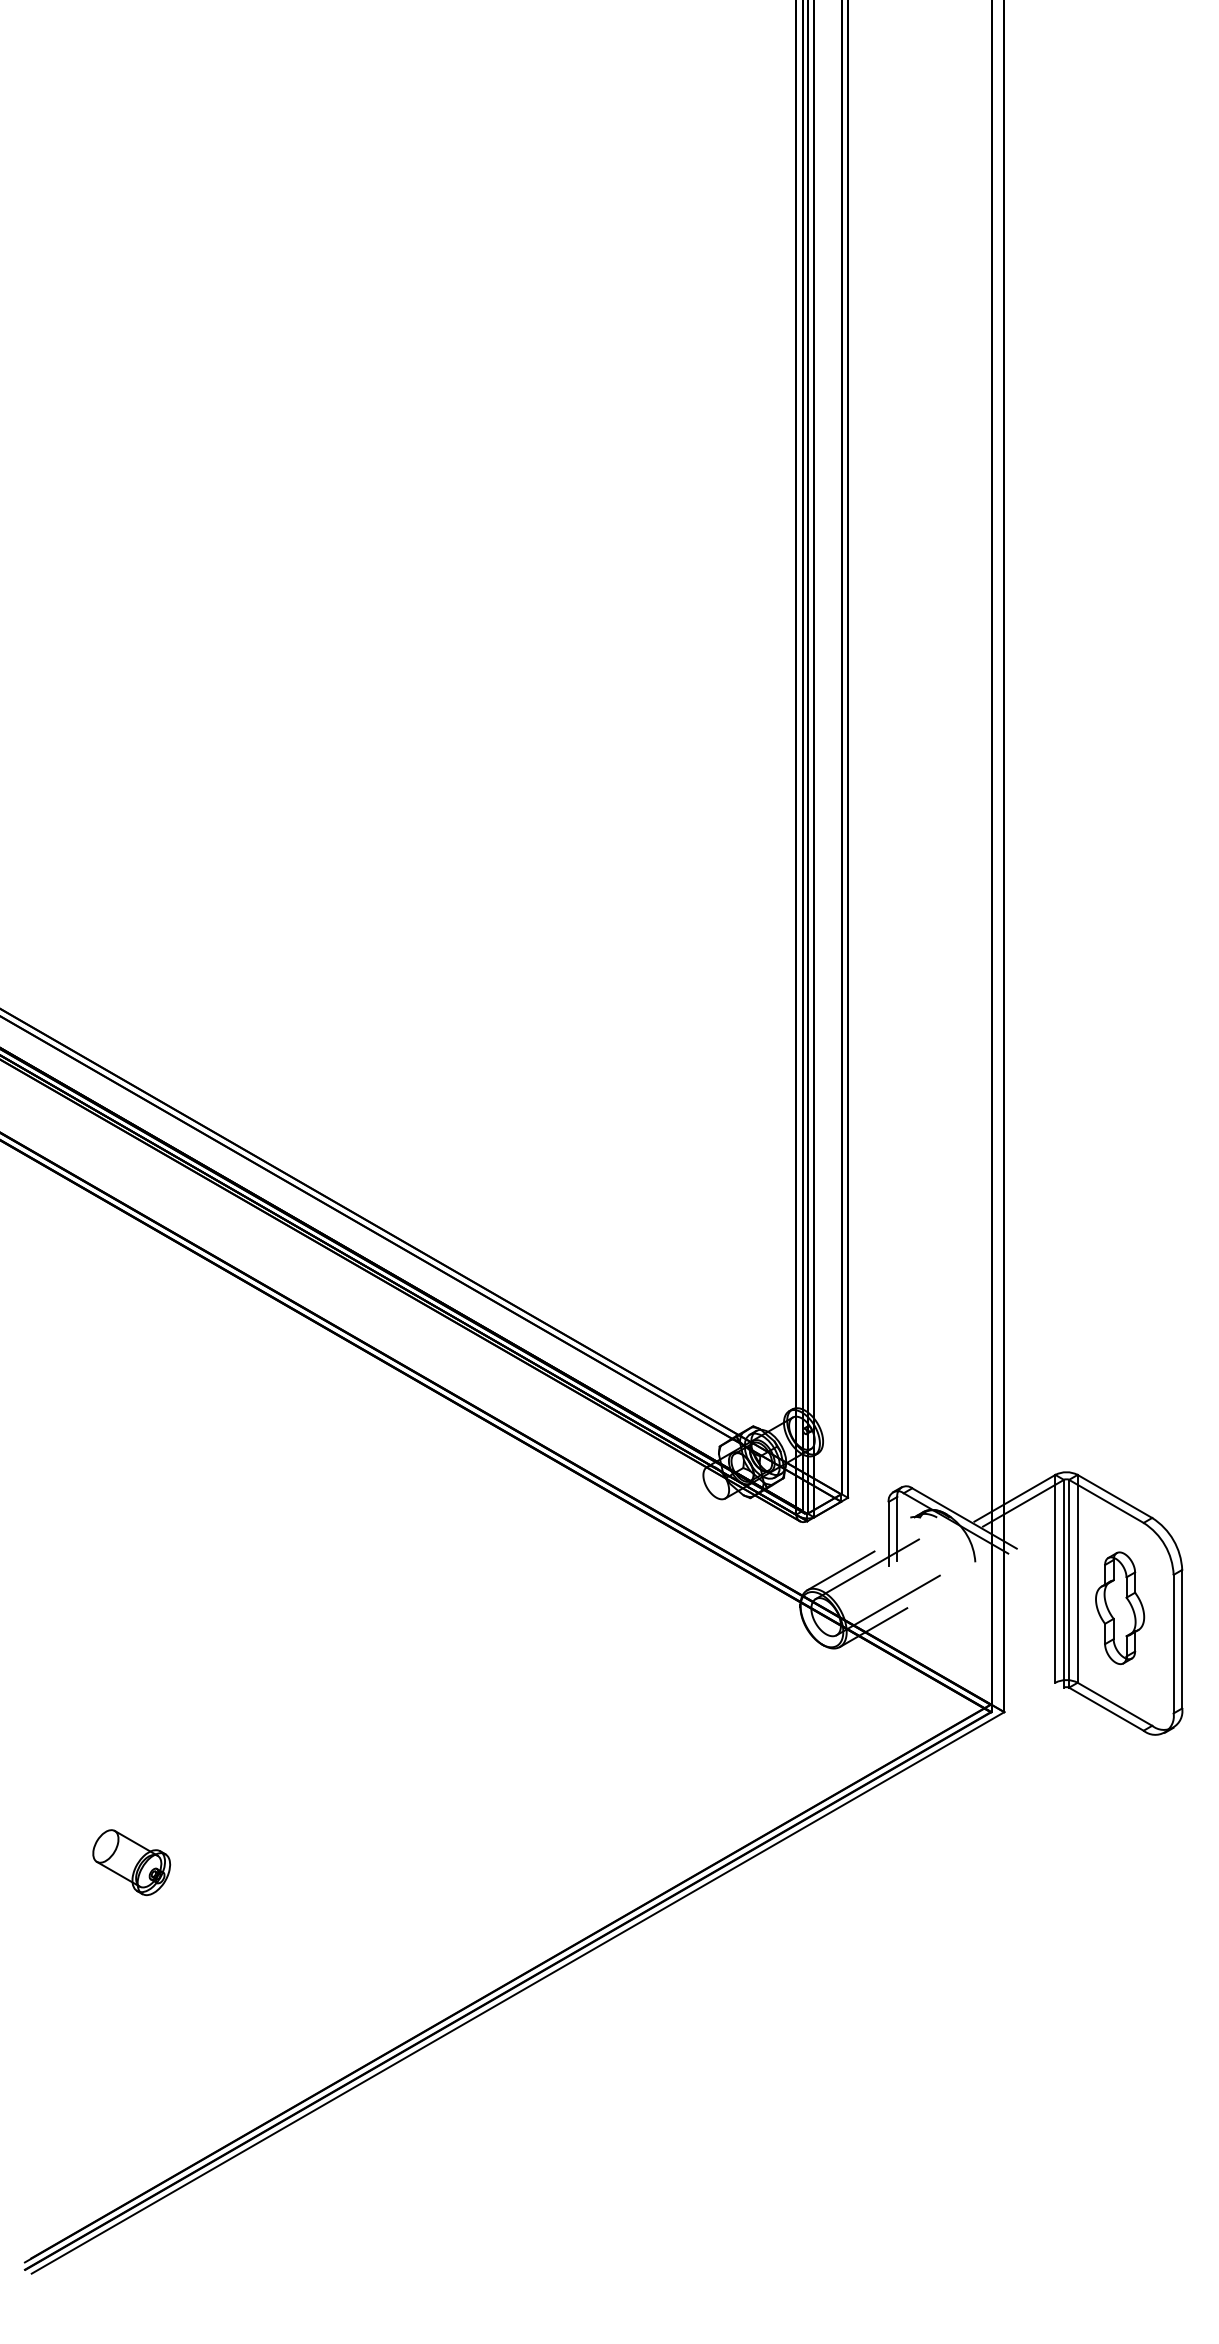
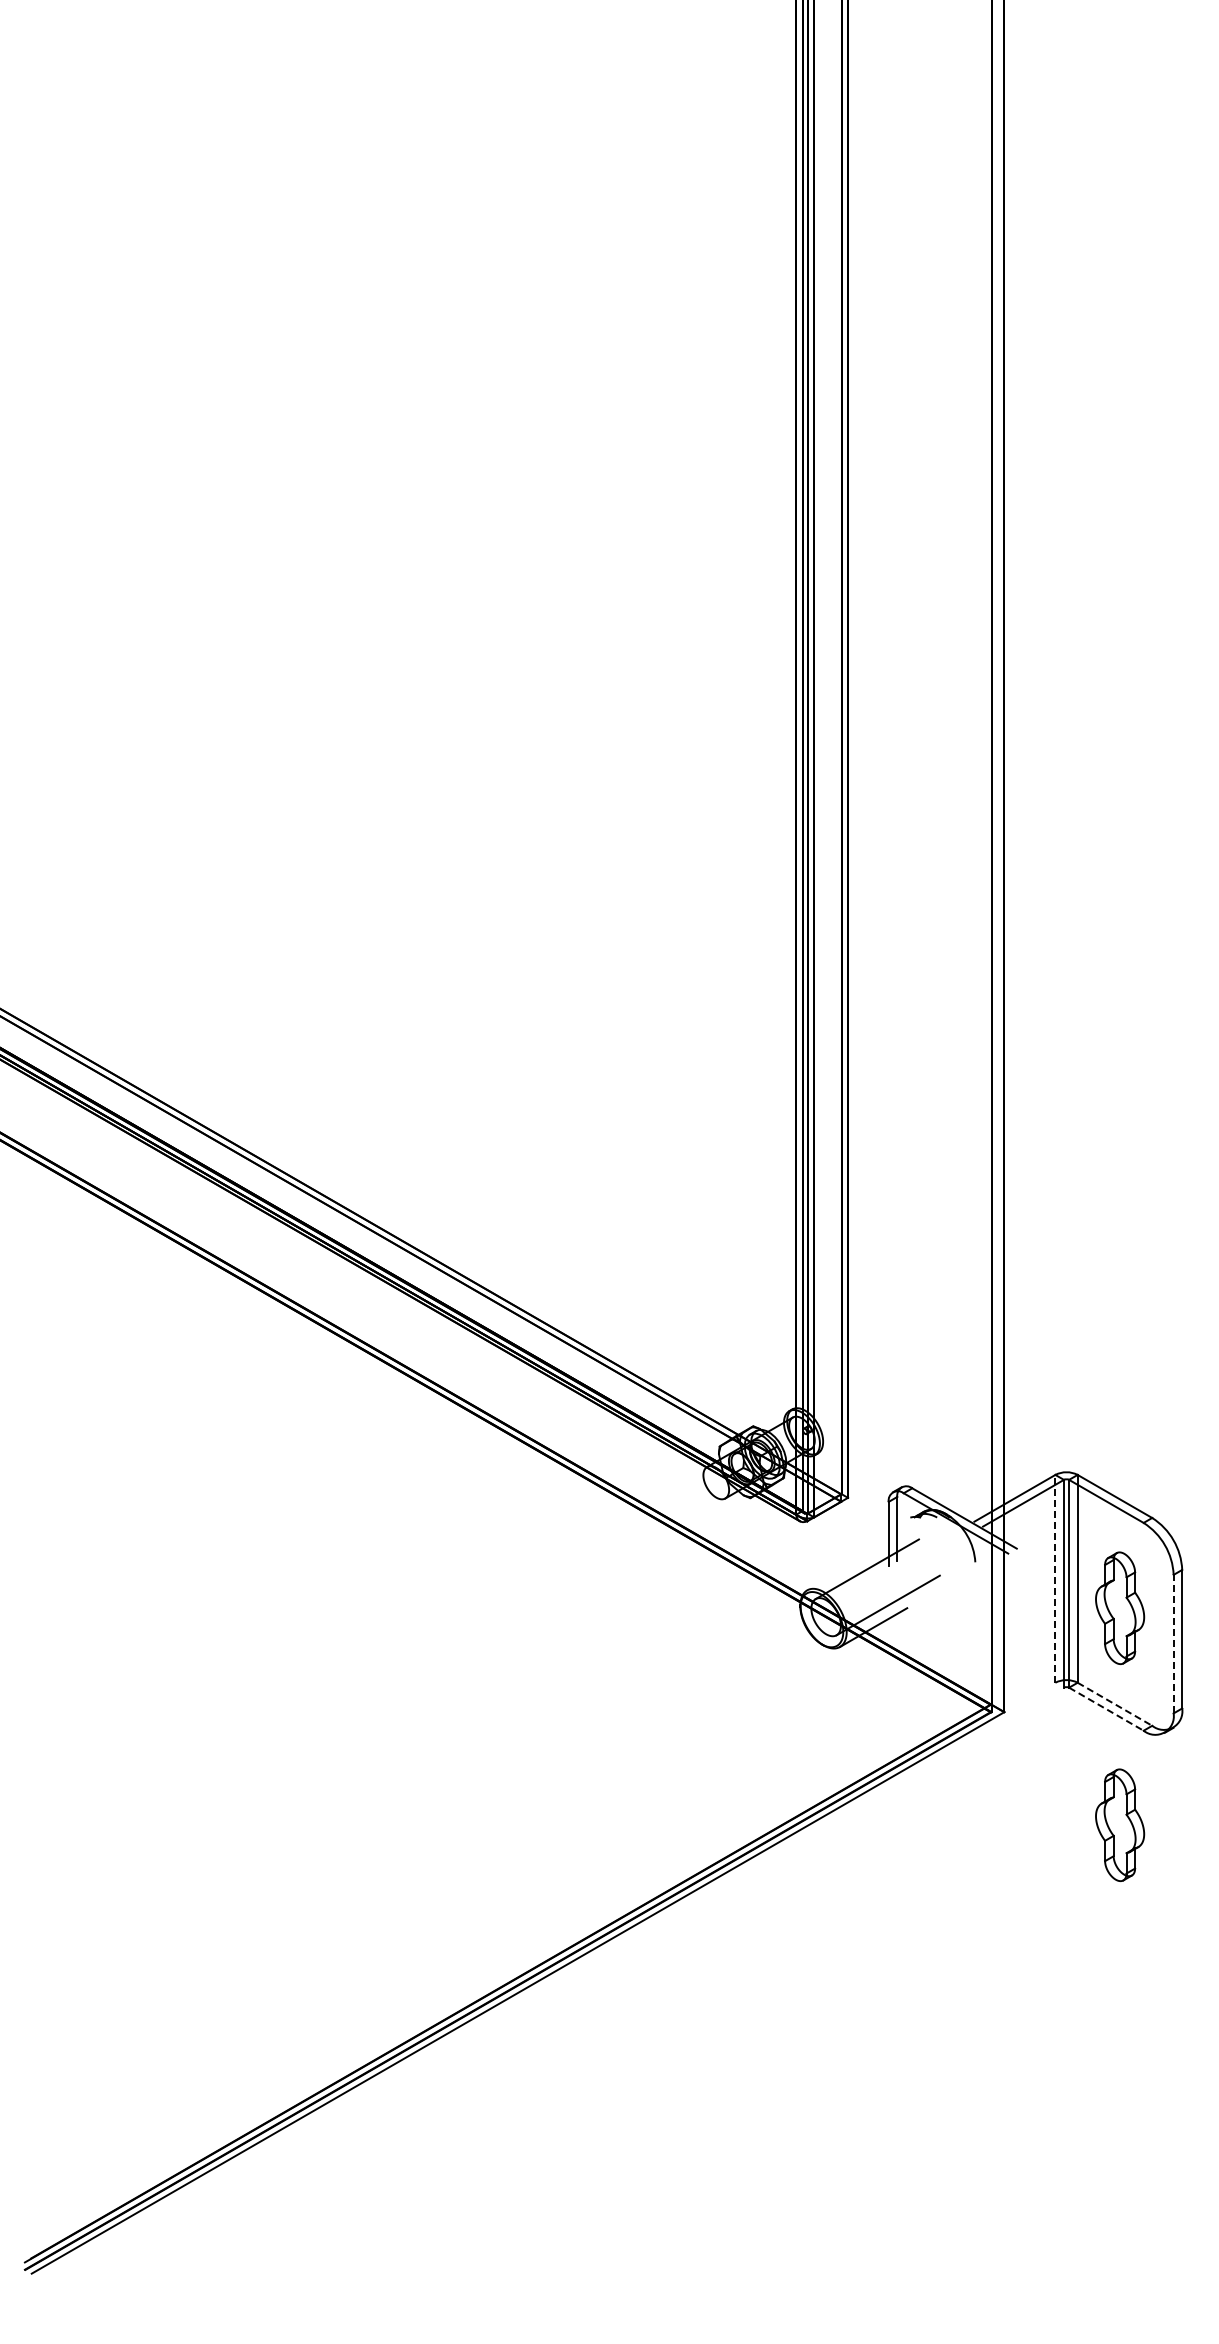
line at (840, 1570): present -> none
line at (1055, 1578): solid -> dashed
line at (1173, 1643): solid -> dashed
line at (1115, 1704): solid -> dashed
line at (1106, 1709): solid -> dashed
part at (1120, 1824): none -> present
part at (131, 1862): present -> none
